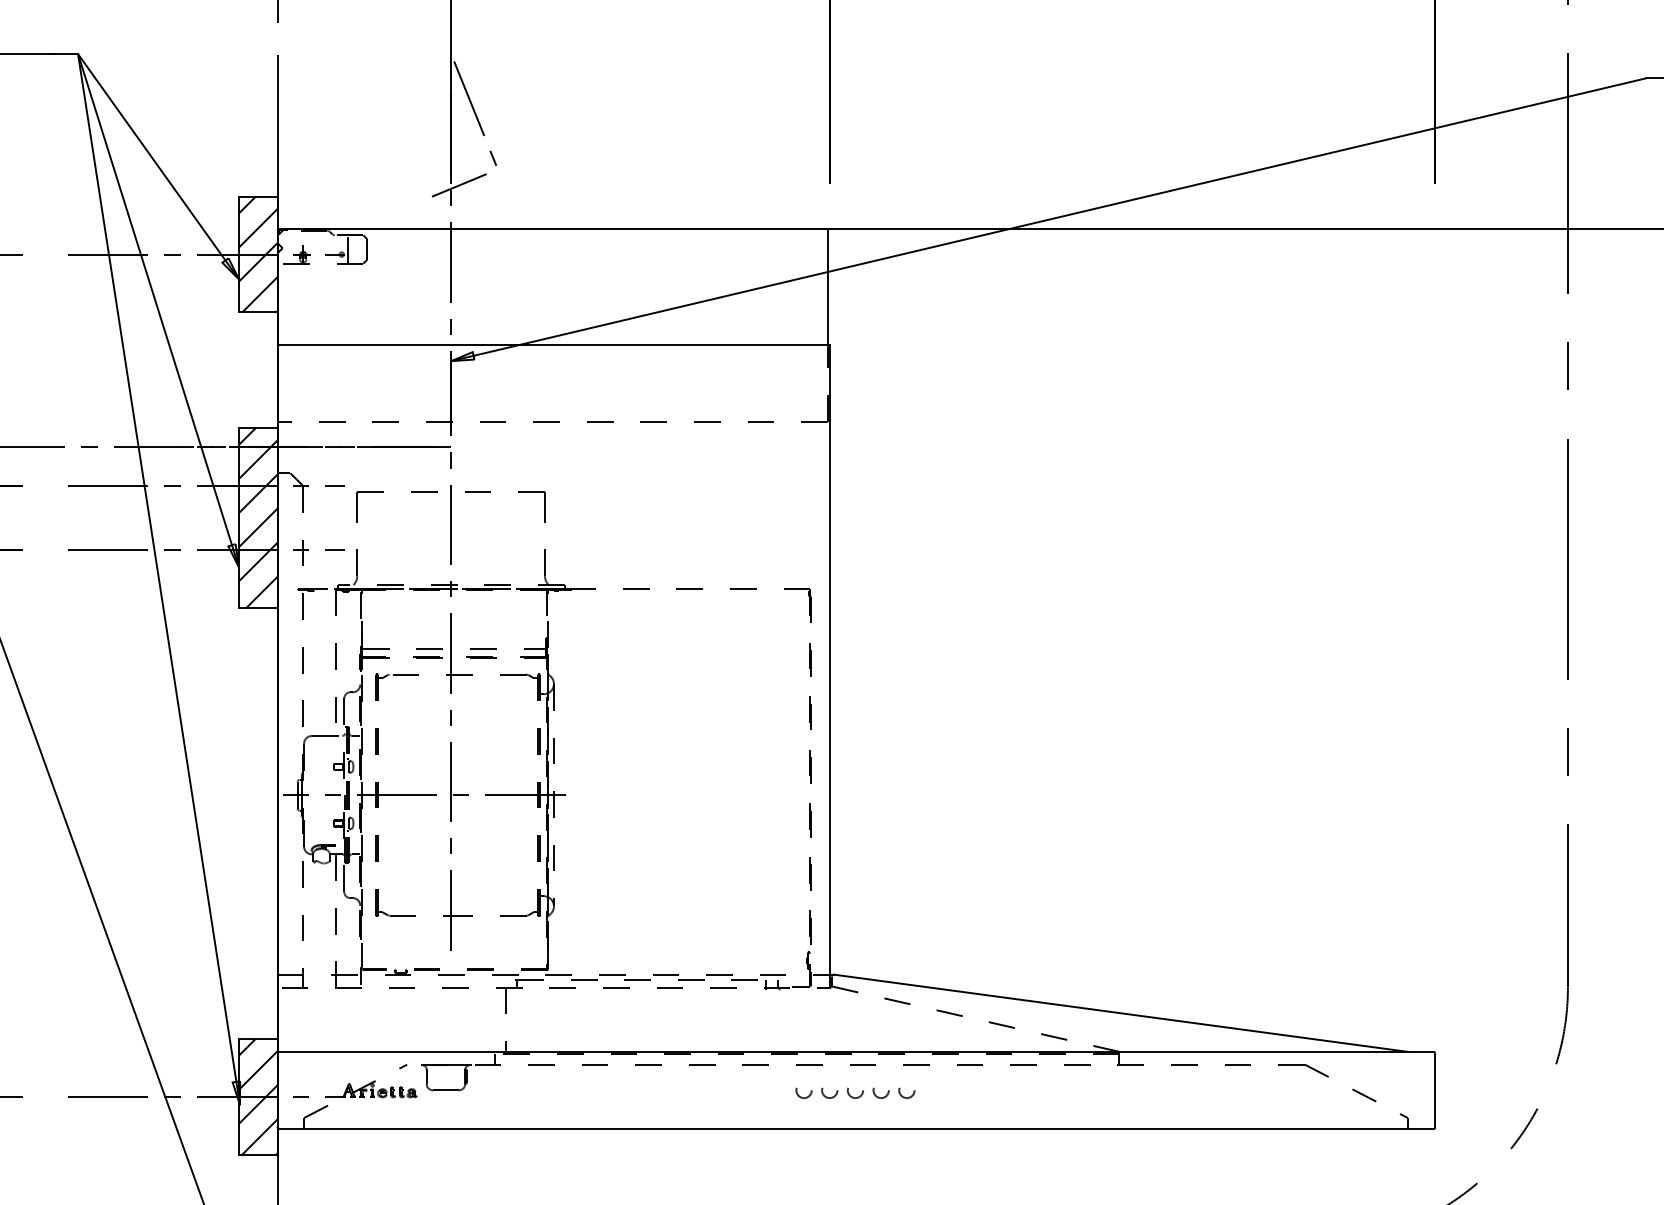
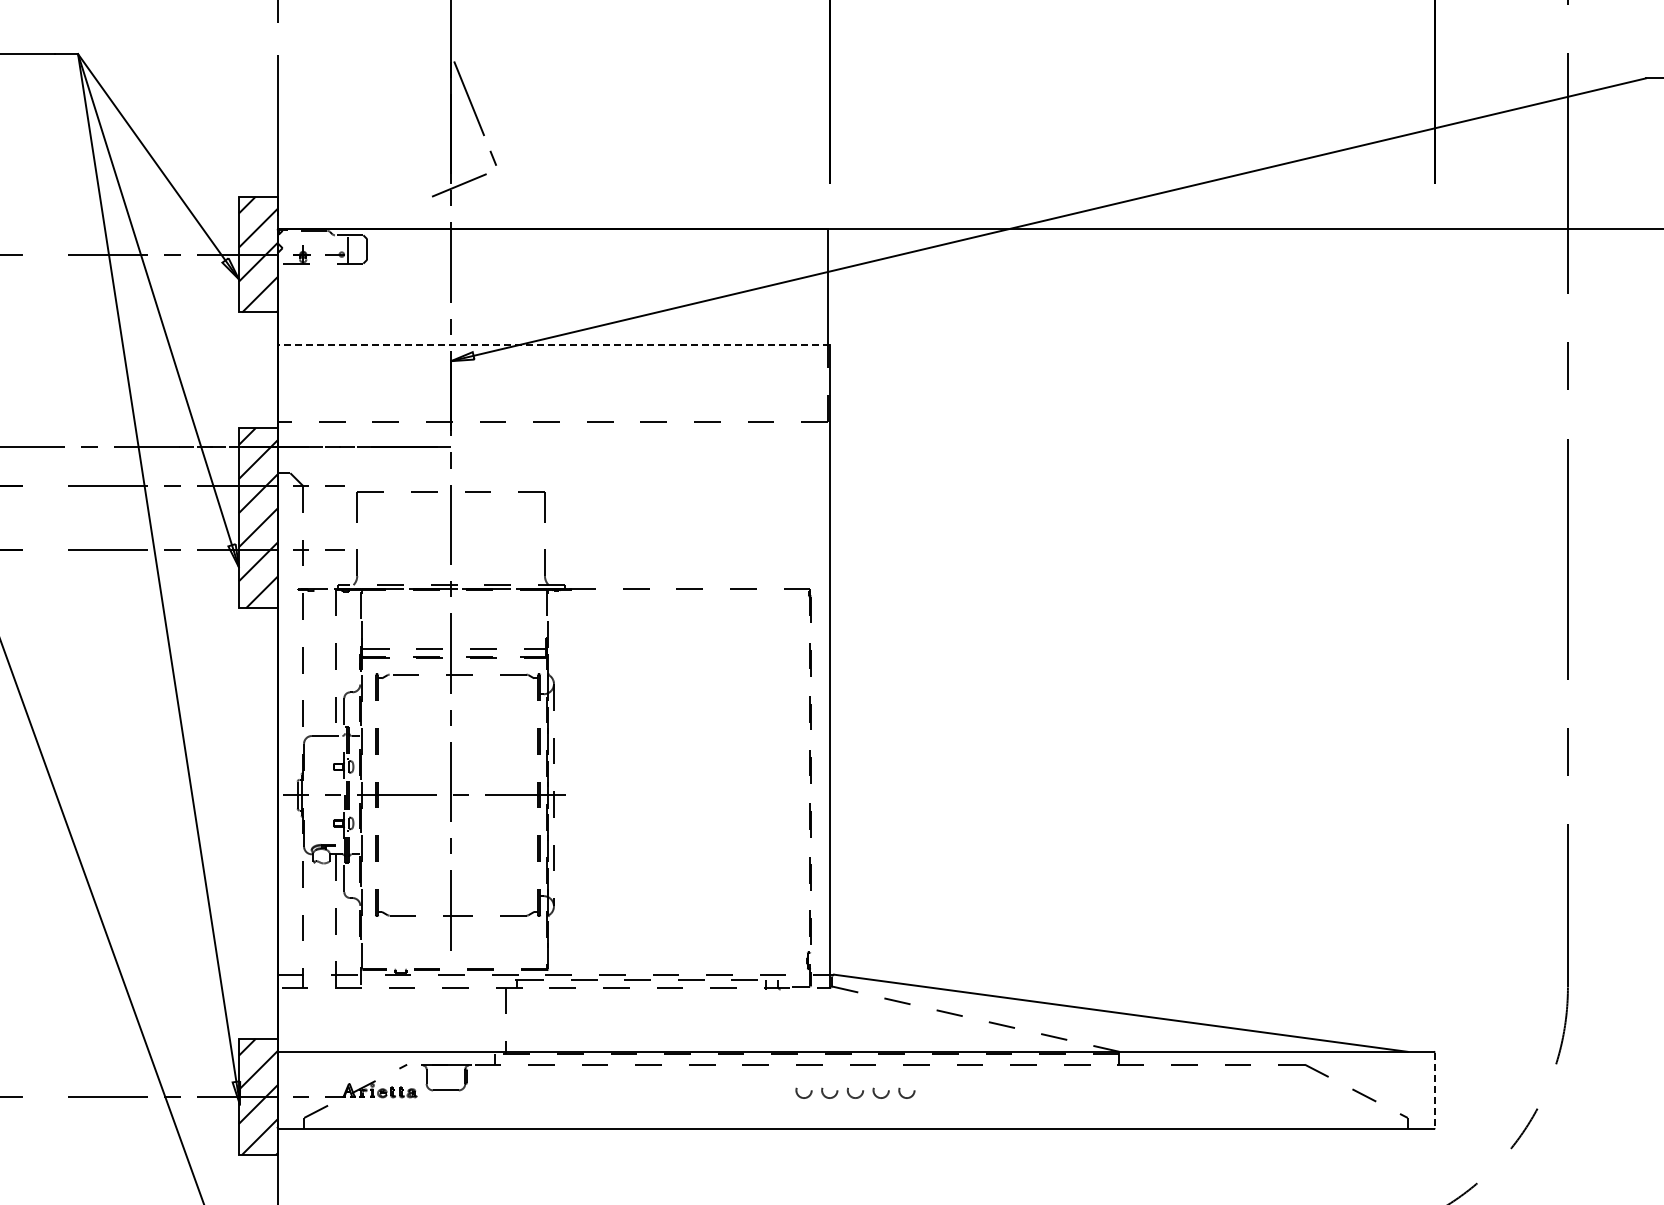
line at (553, 344): solid -> dashed
line at (1434, 1090): solid -> dashed
